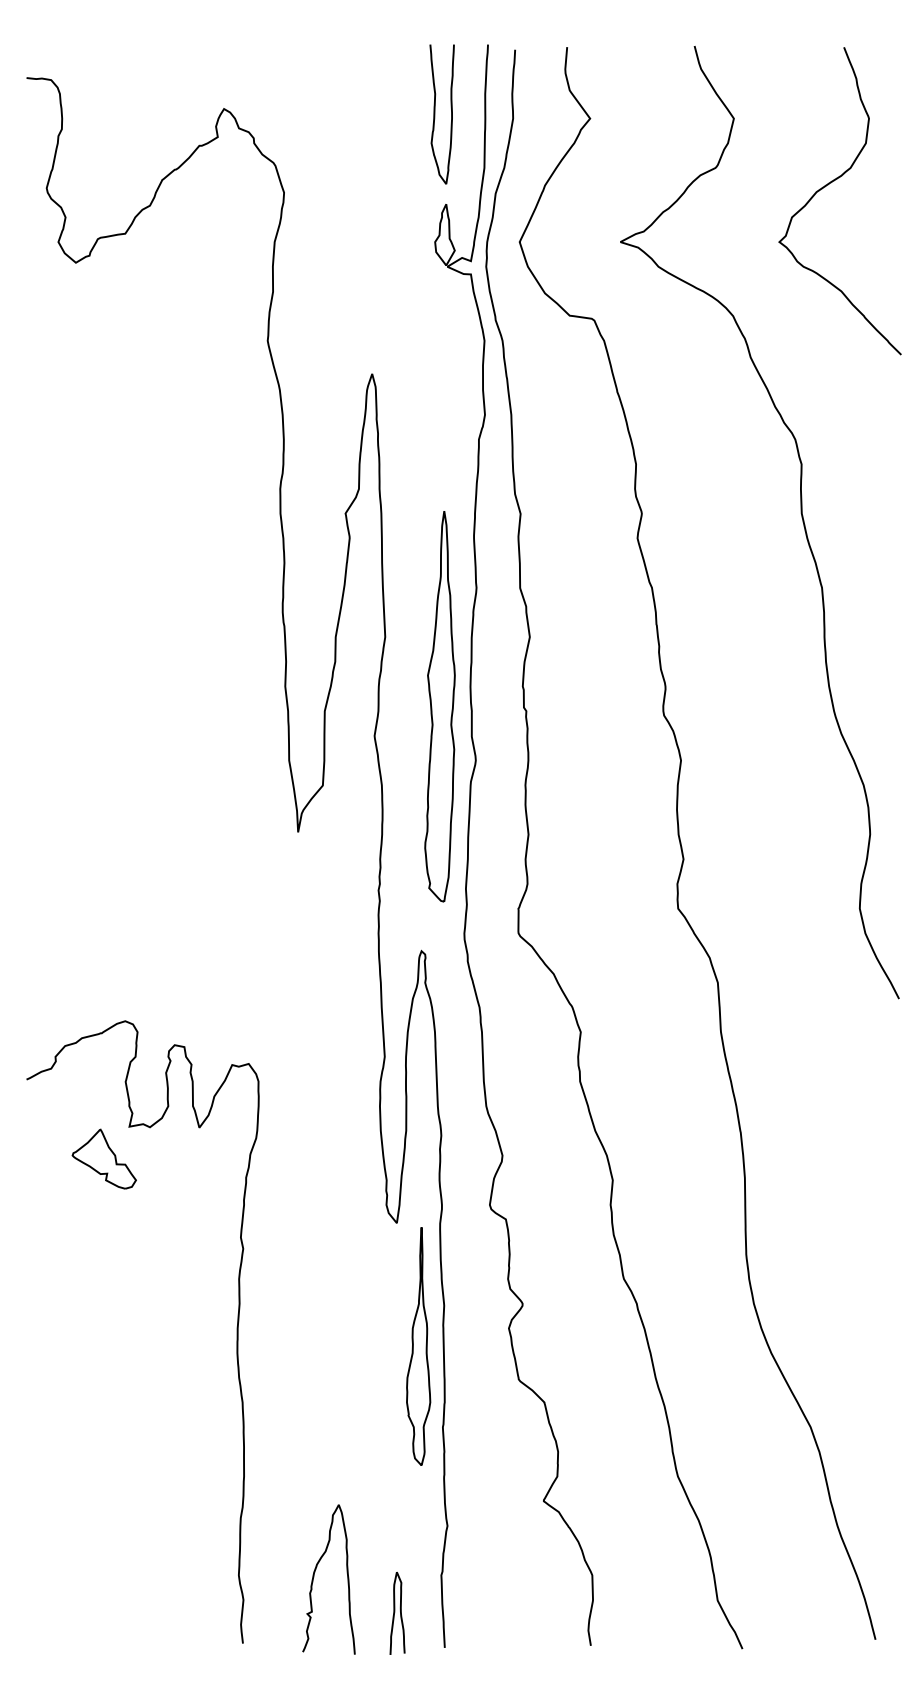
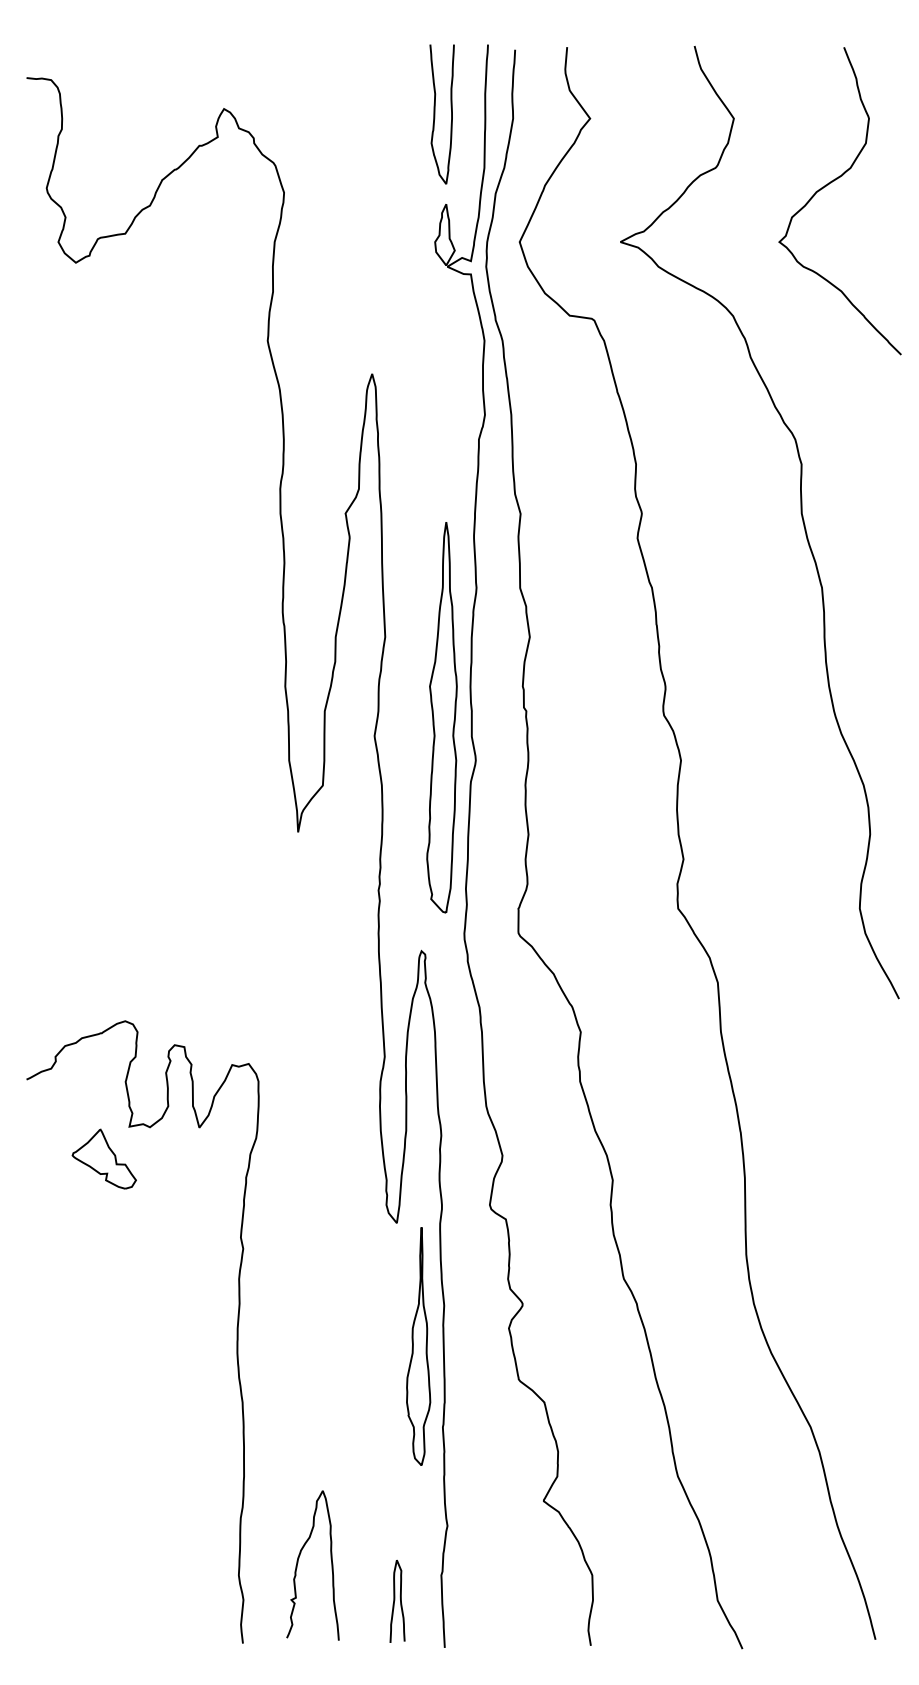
part at (439, 706) position: (439, 706) -> (441, 717)
curve at (314, 1577) position: (314, 1577) -> (298, 1563)
curve at (395, 1612) position: (395, 1612) -> (395, 1600)
